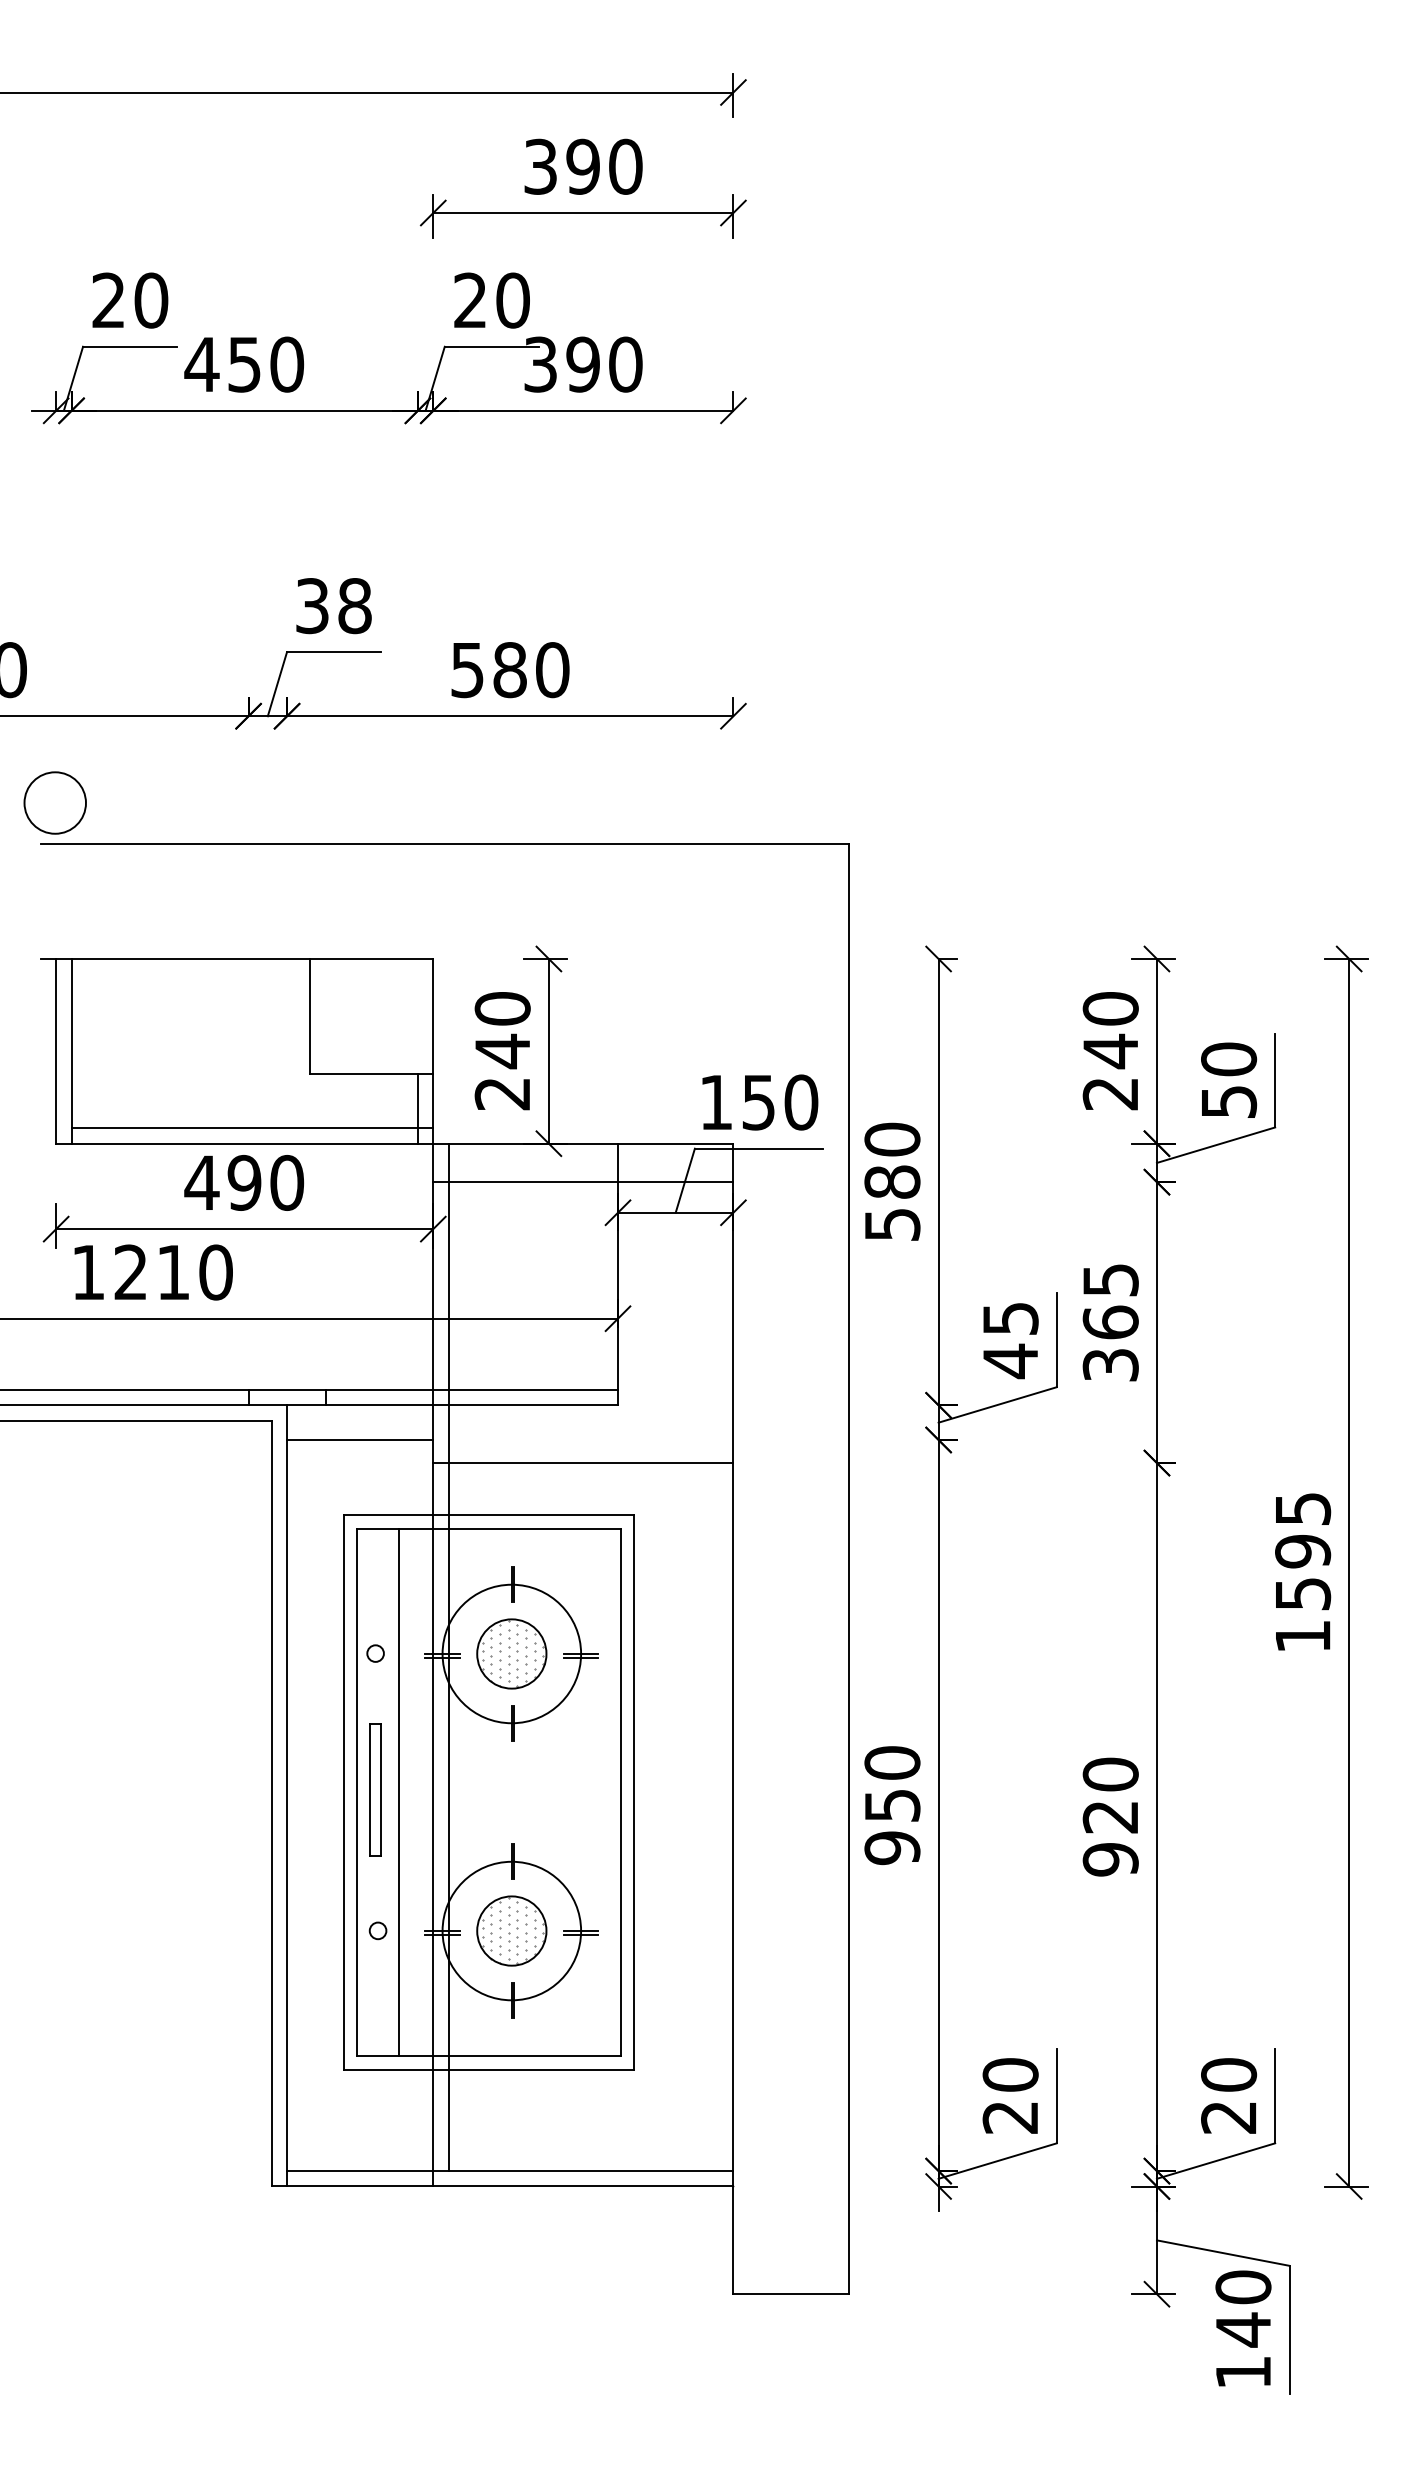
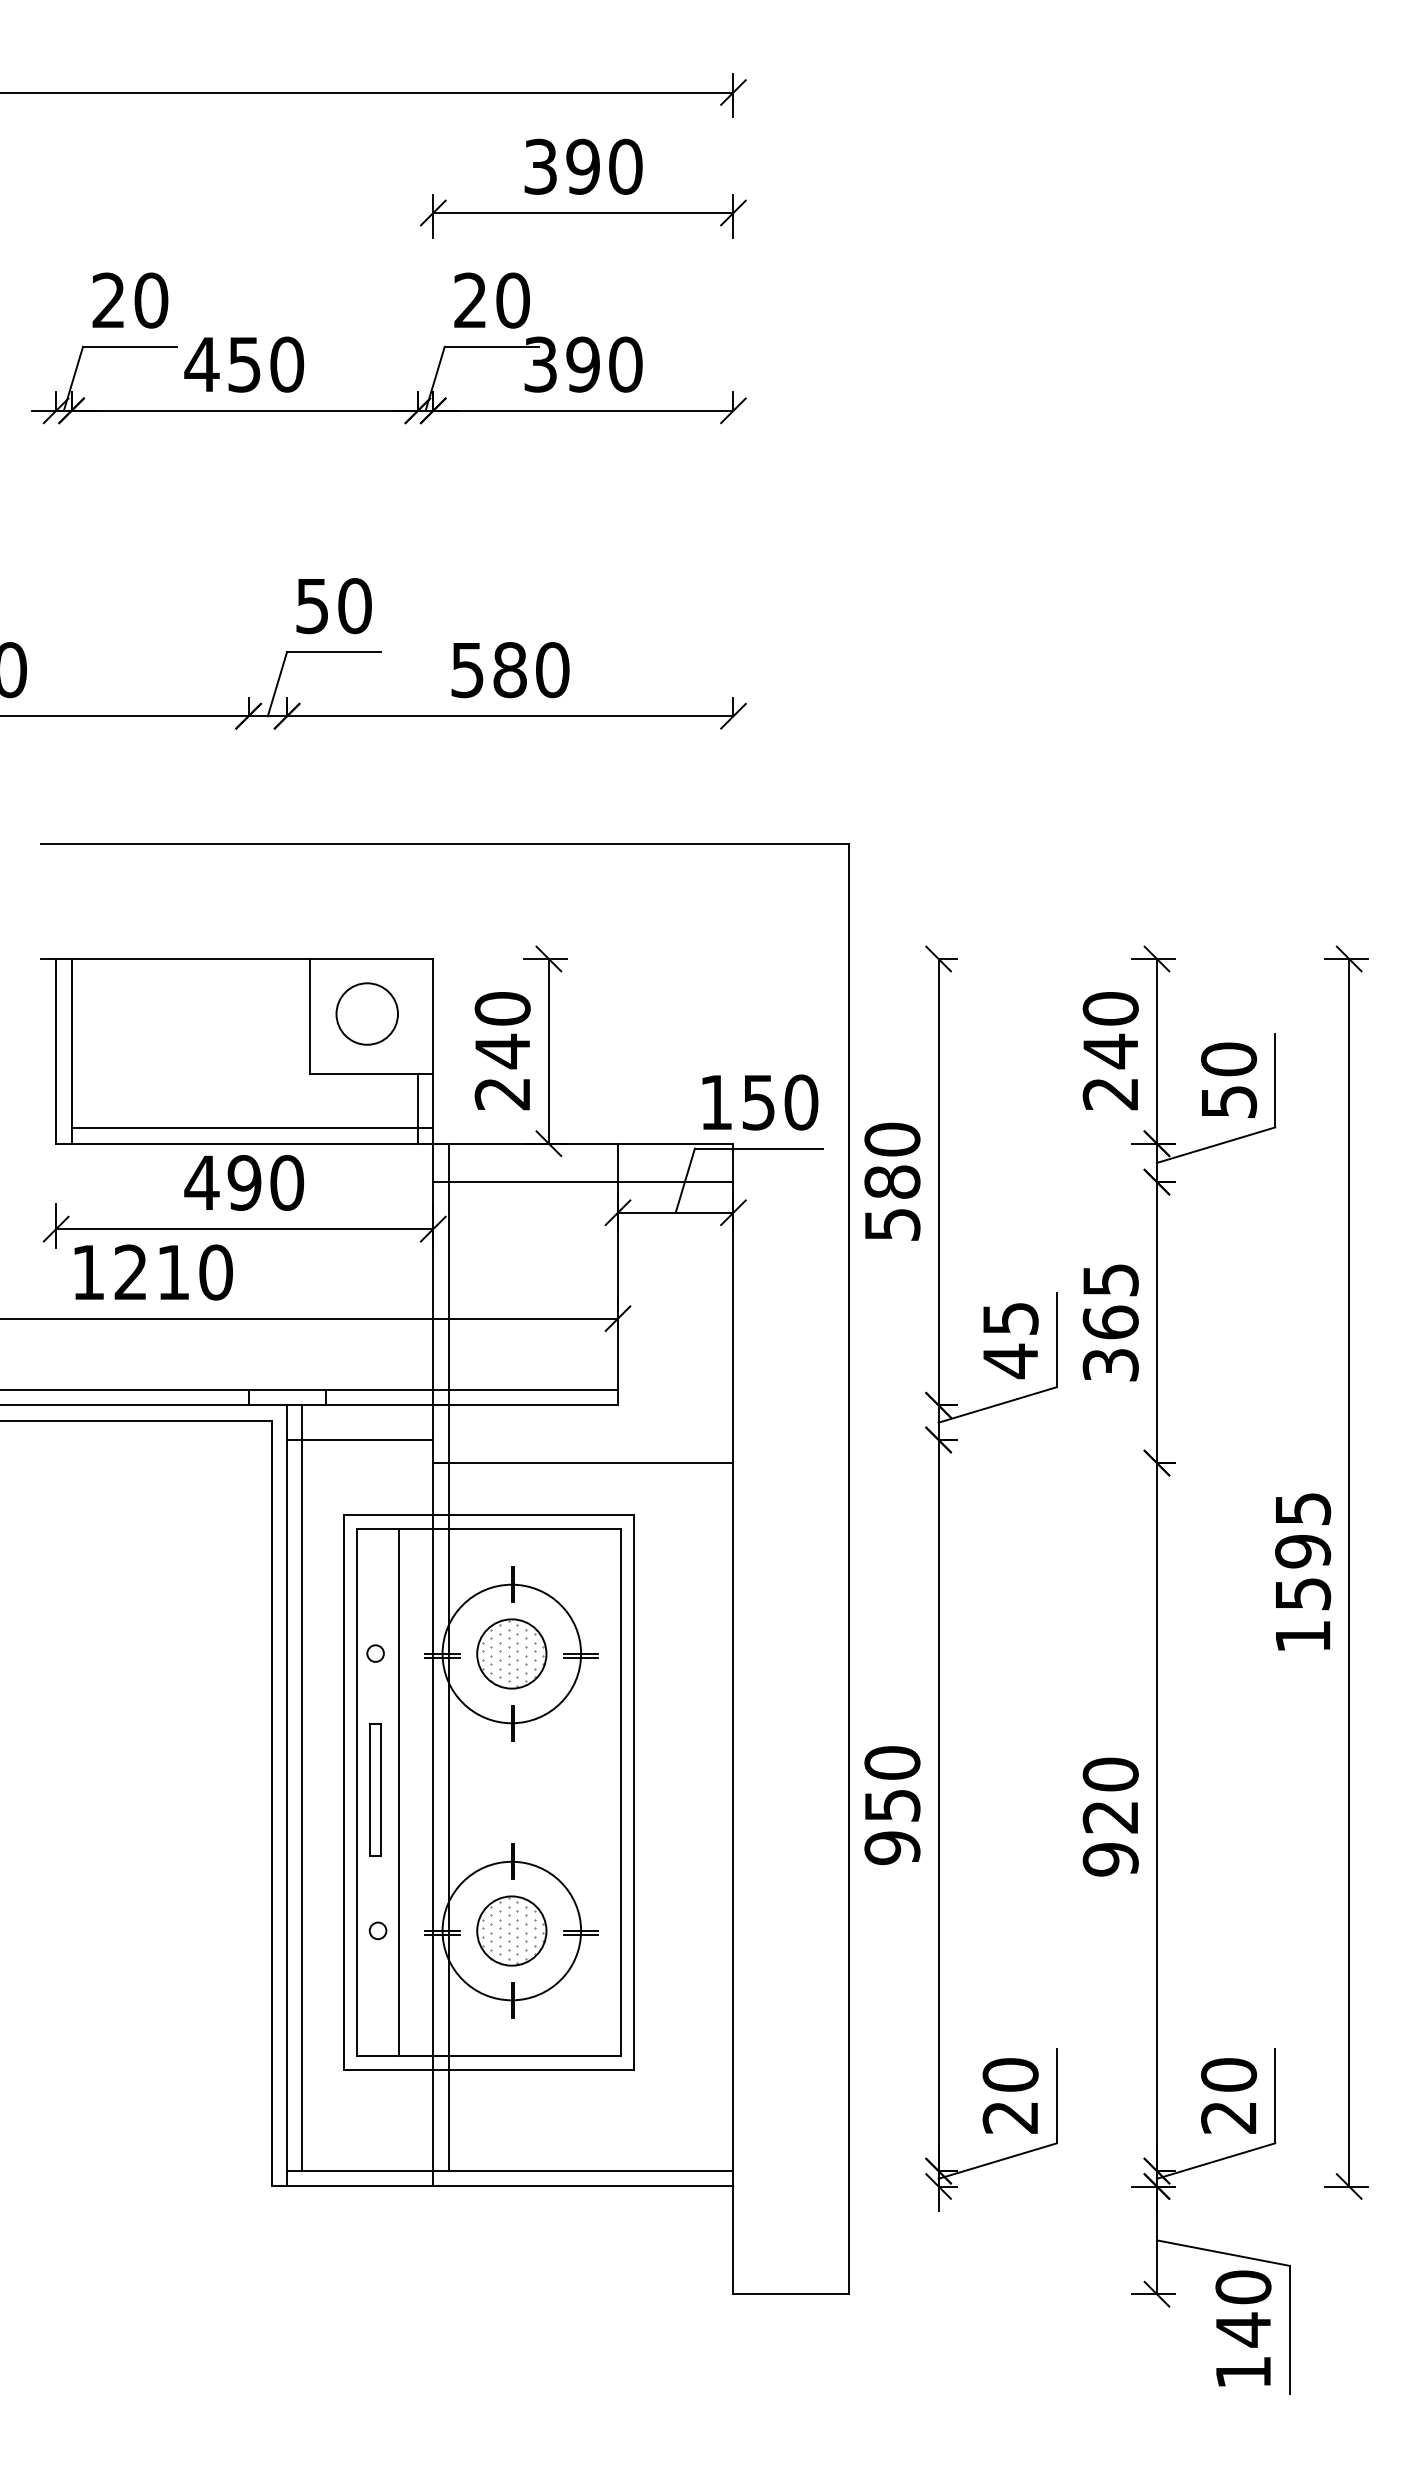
text at (333, 605): 38 -> 50
circle at (54, 802) position: (54, 802) -> (366, 1013)
line at (302, 1788): none -> present
